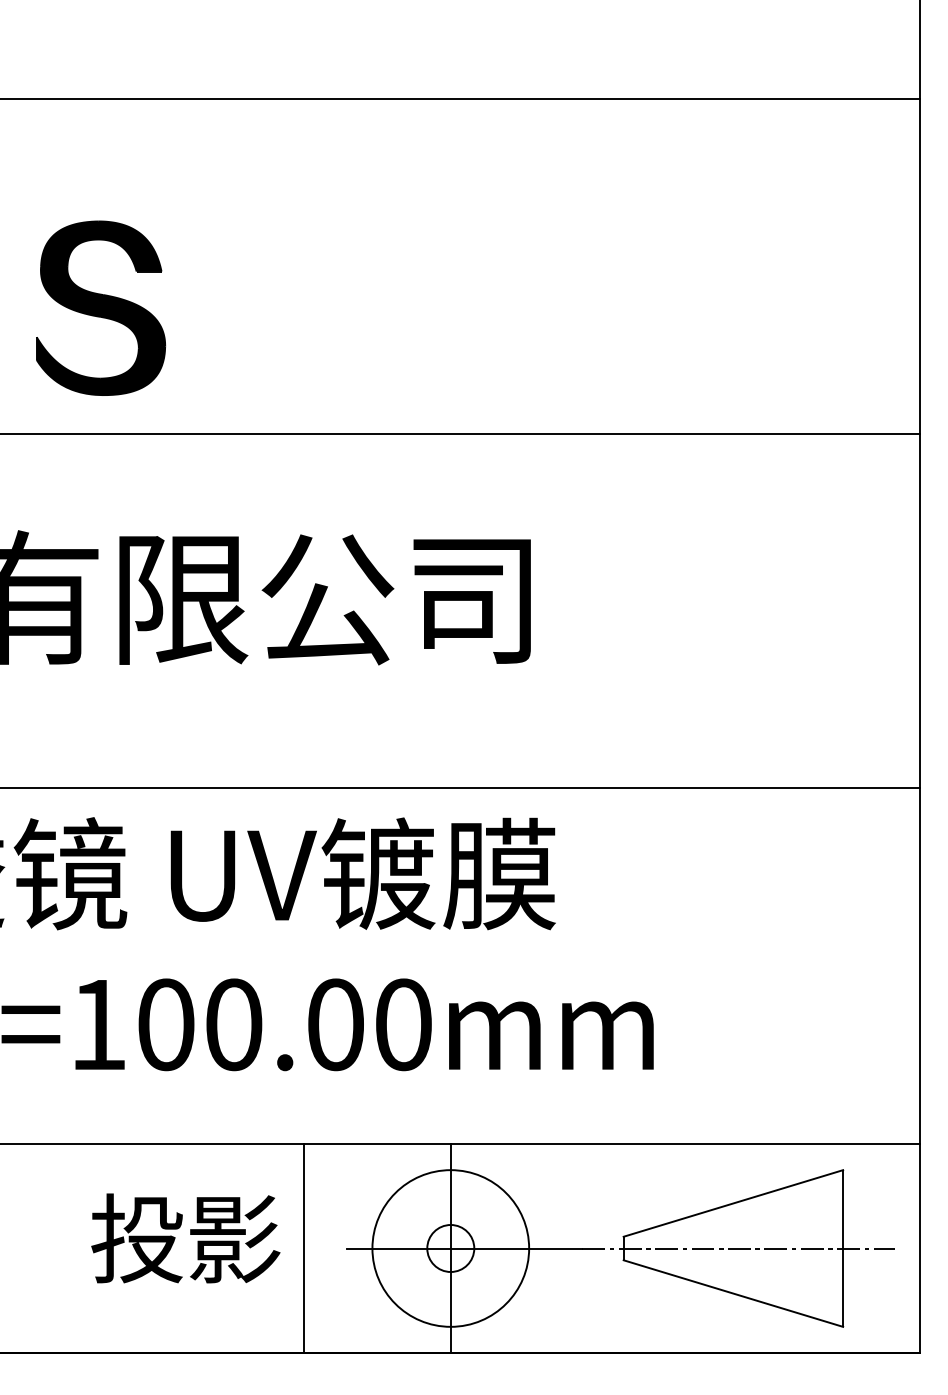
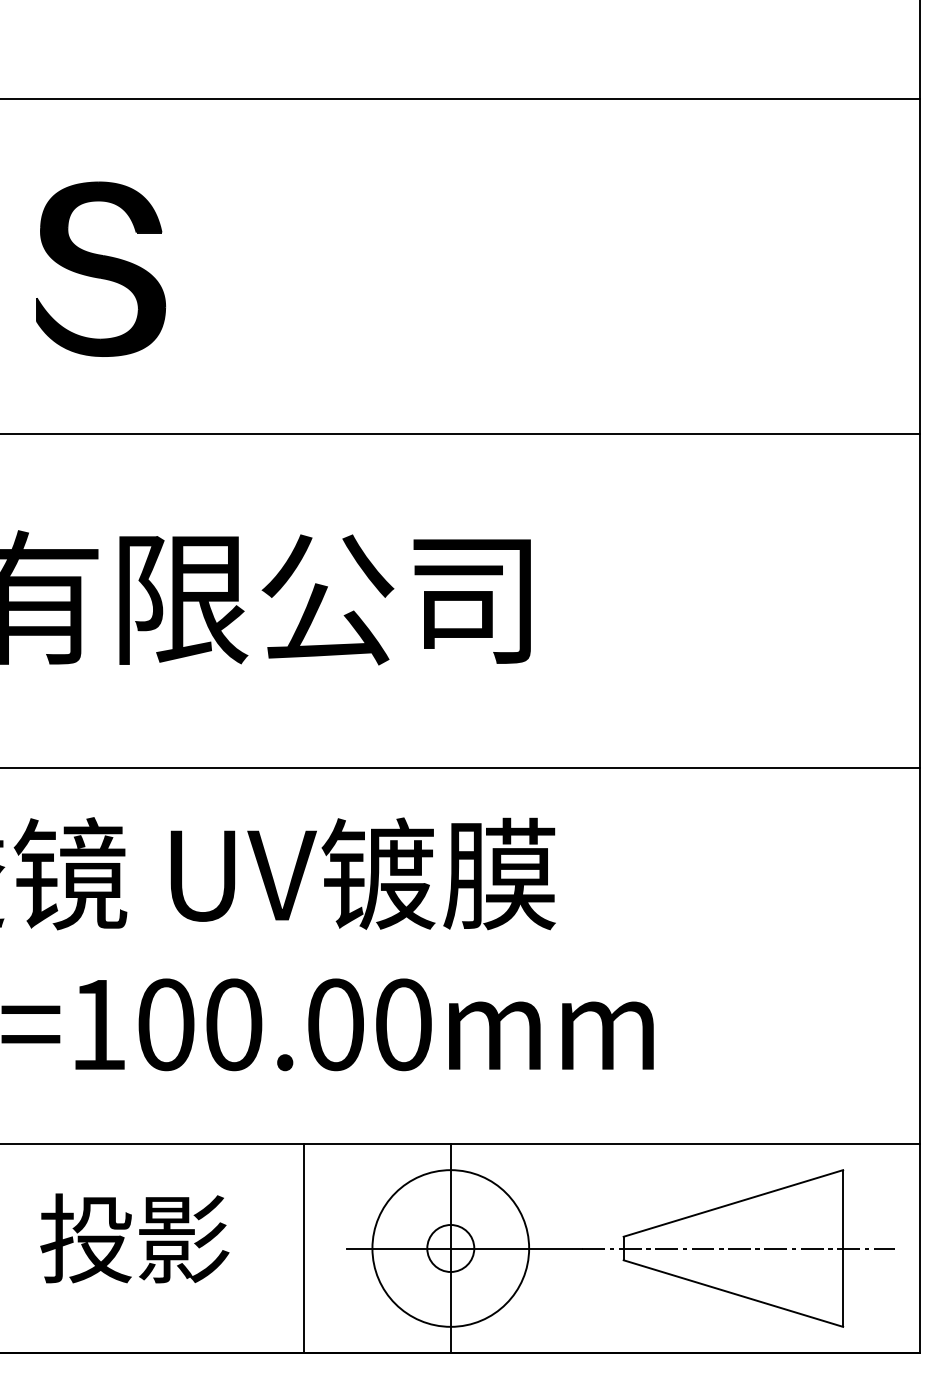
part at (101, 307) position: (101, 307) -> (101, 268)
line at (460, 788) position: (460, 788) -> (460, 768)
text at (185, 1238) position: (185, 1238) -> (134, 1238)
